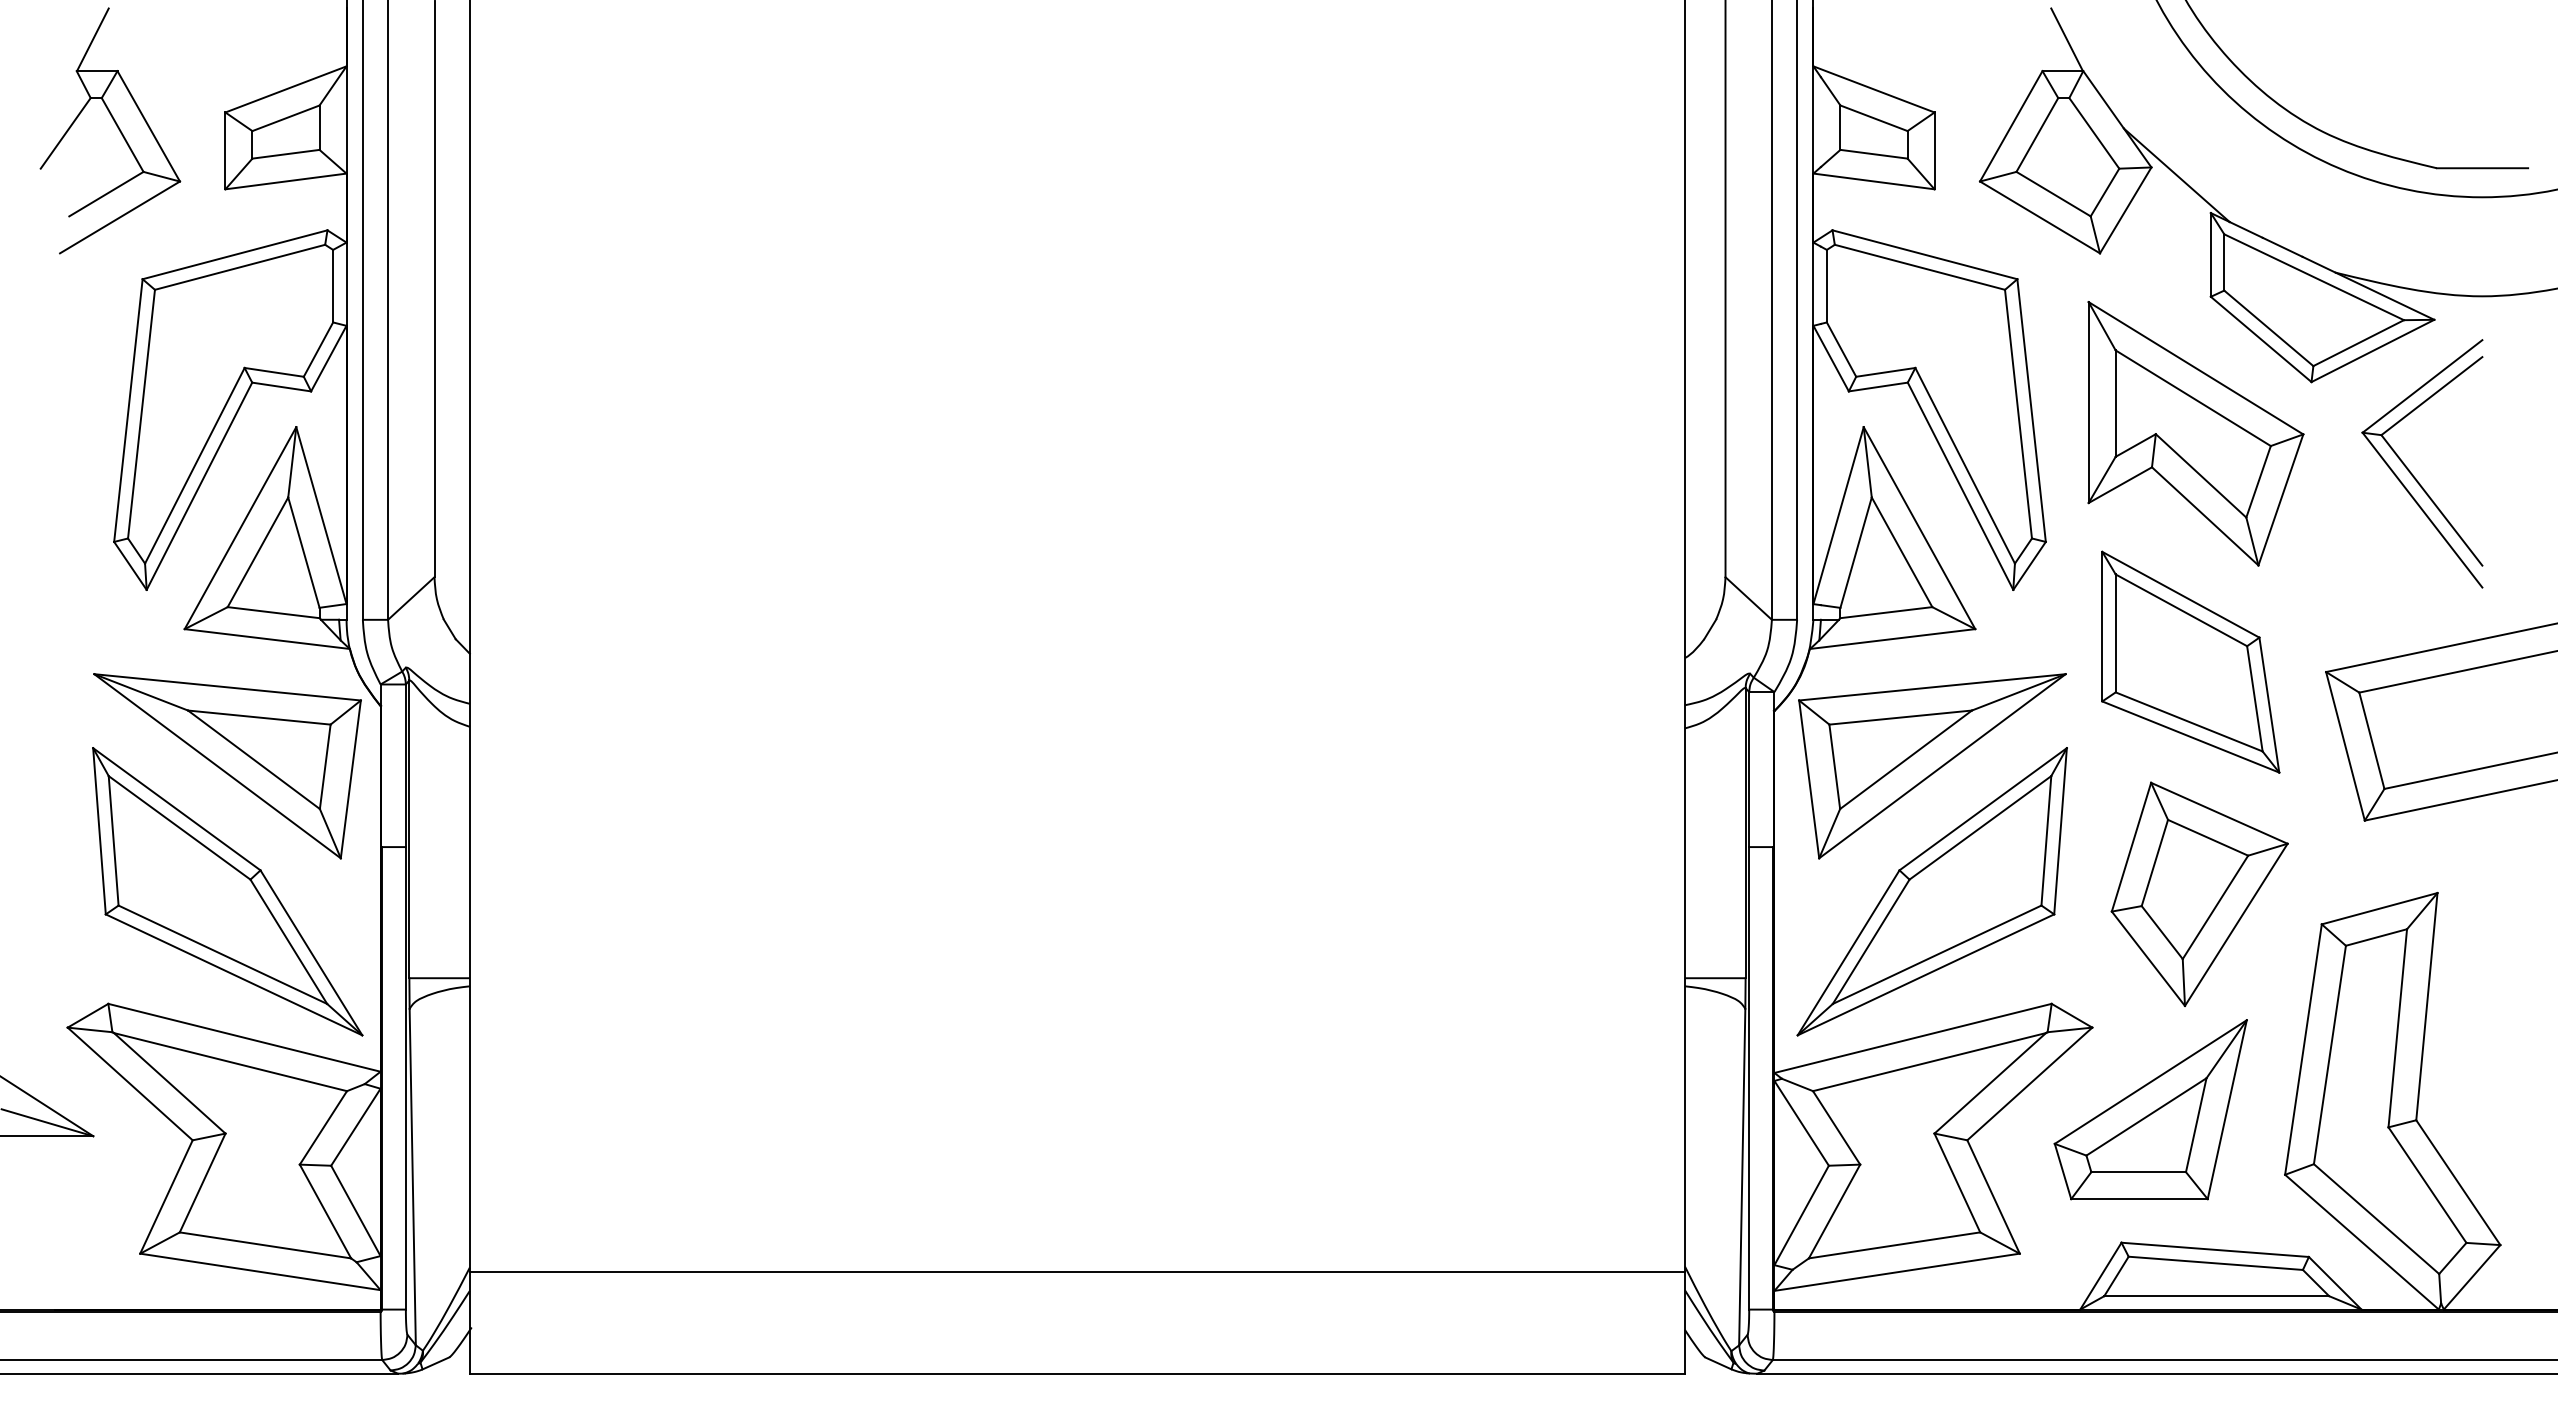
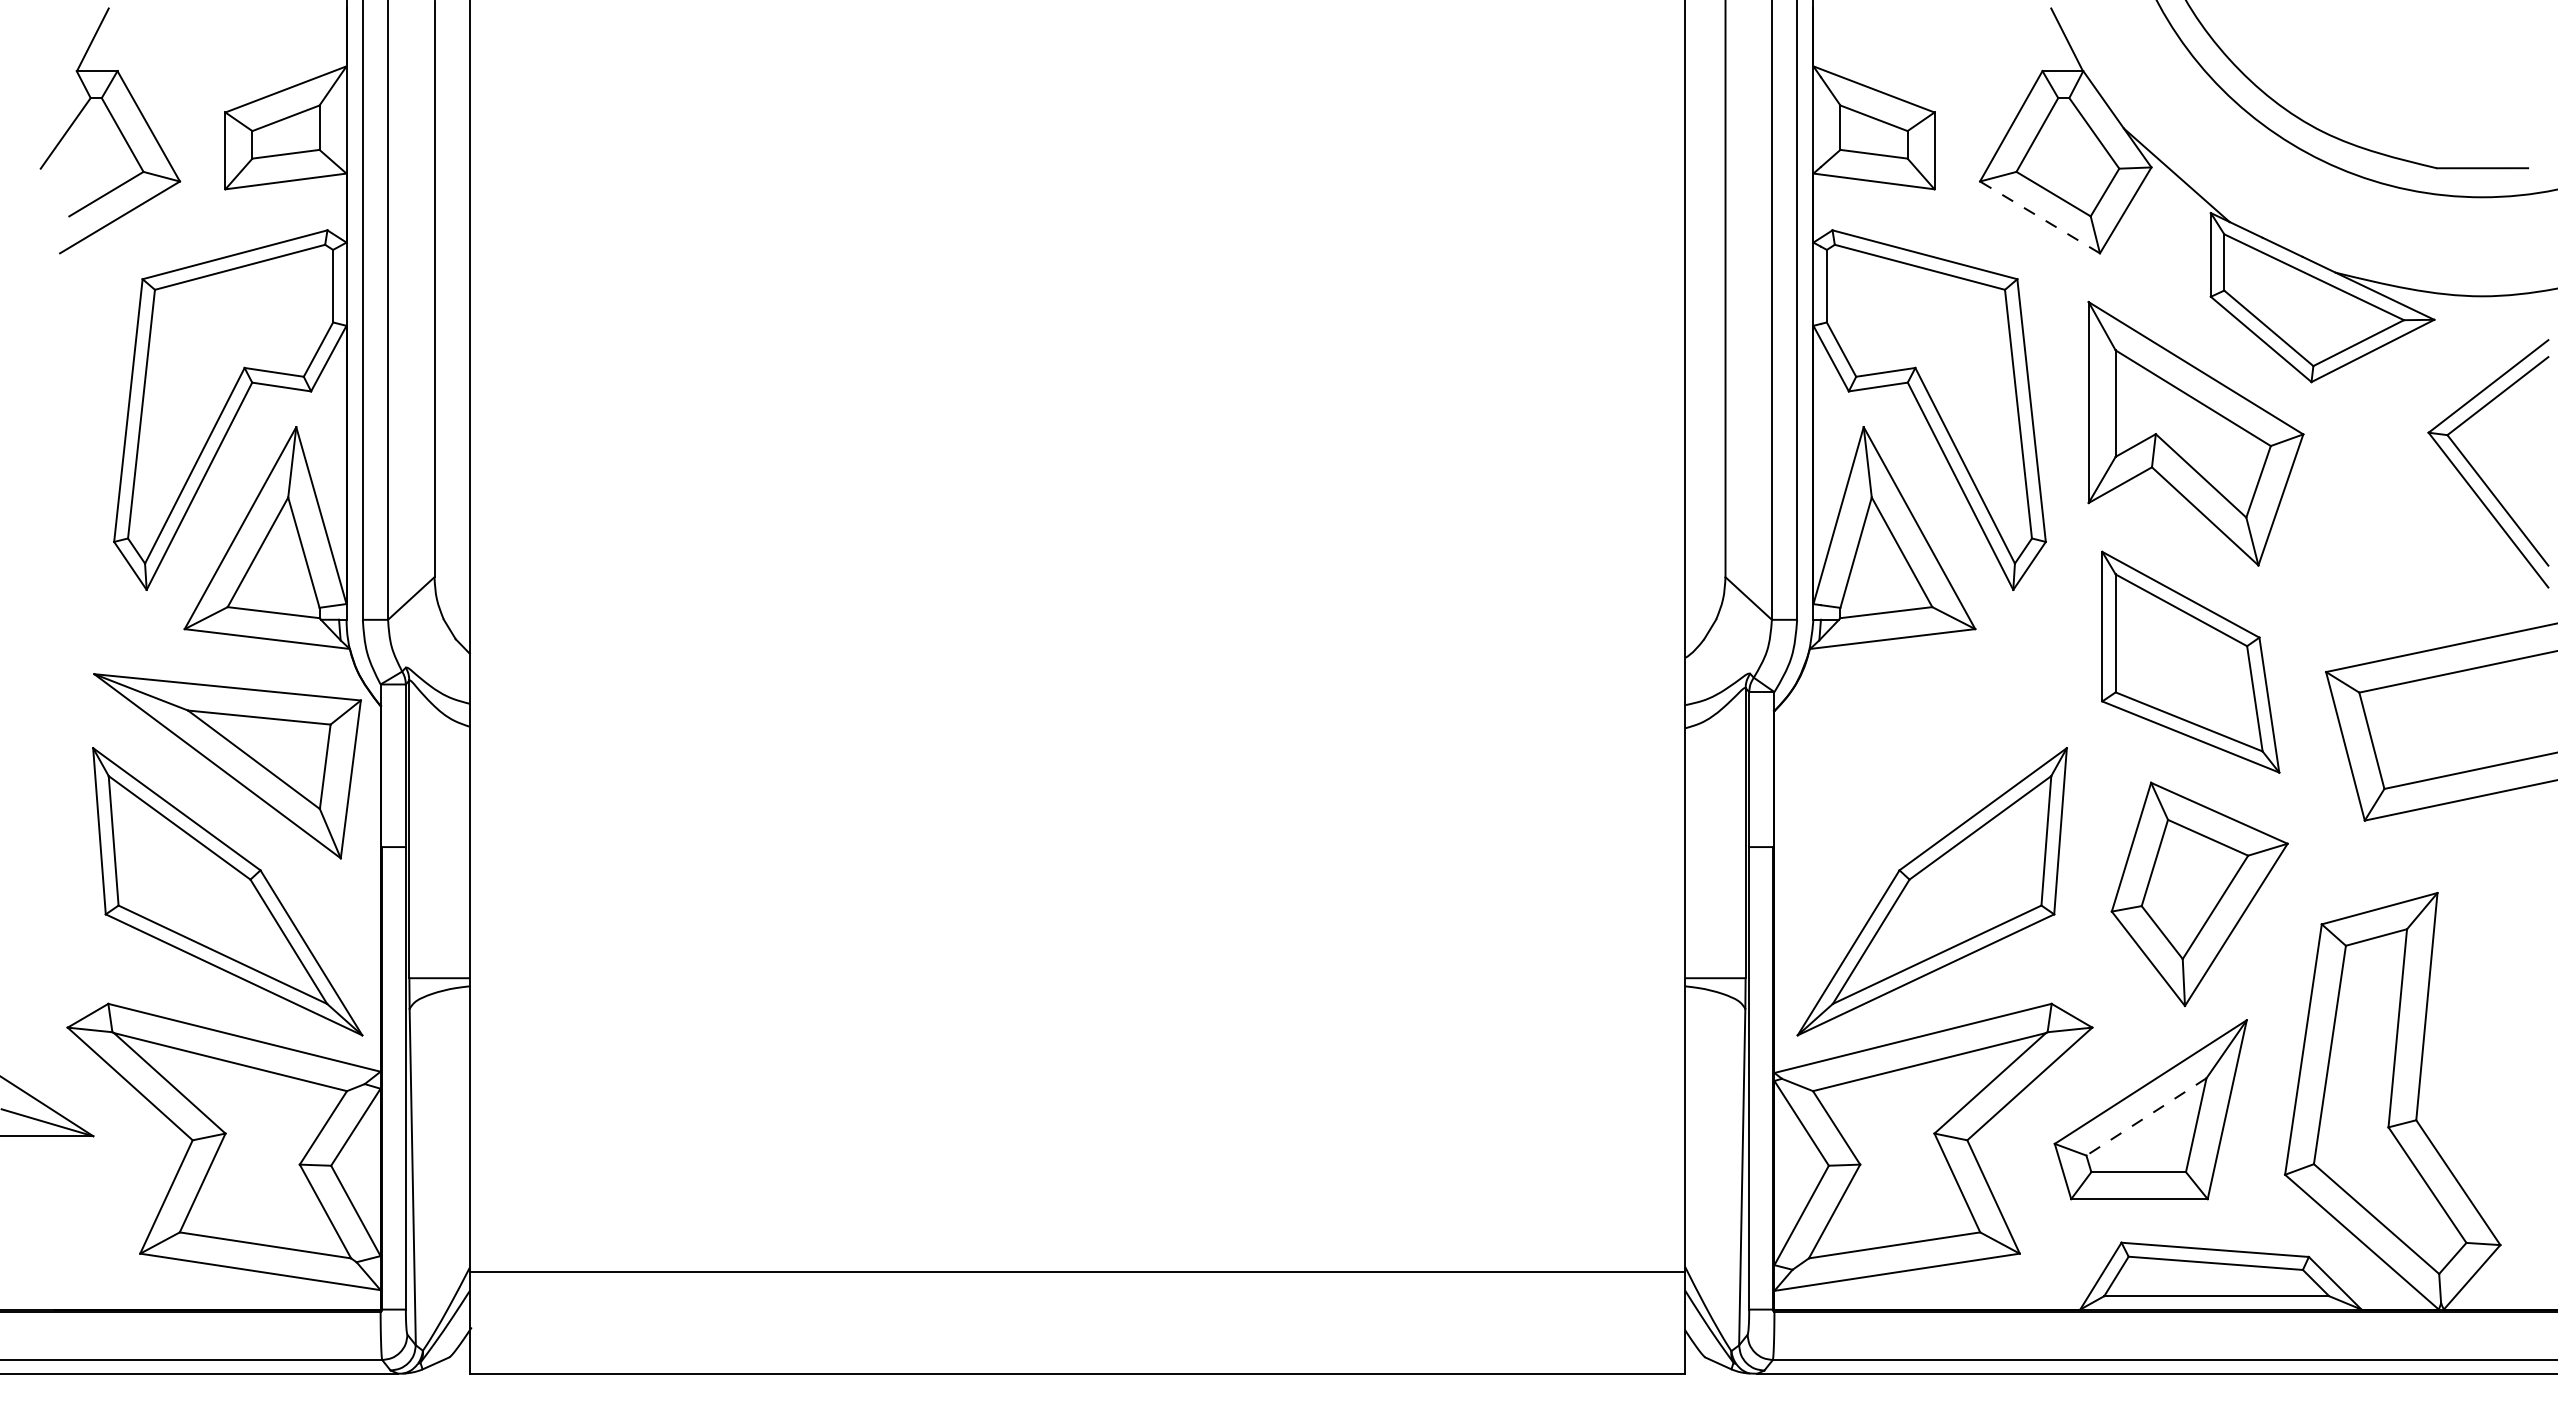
line at (2040, 217): solid -> dashed
part at (2412, 473) position: (2412, 473) -> (2478, 473)
part at (1932, 766): present -> none
line at (2146, 1117): solid -> dashed
